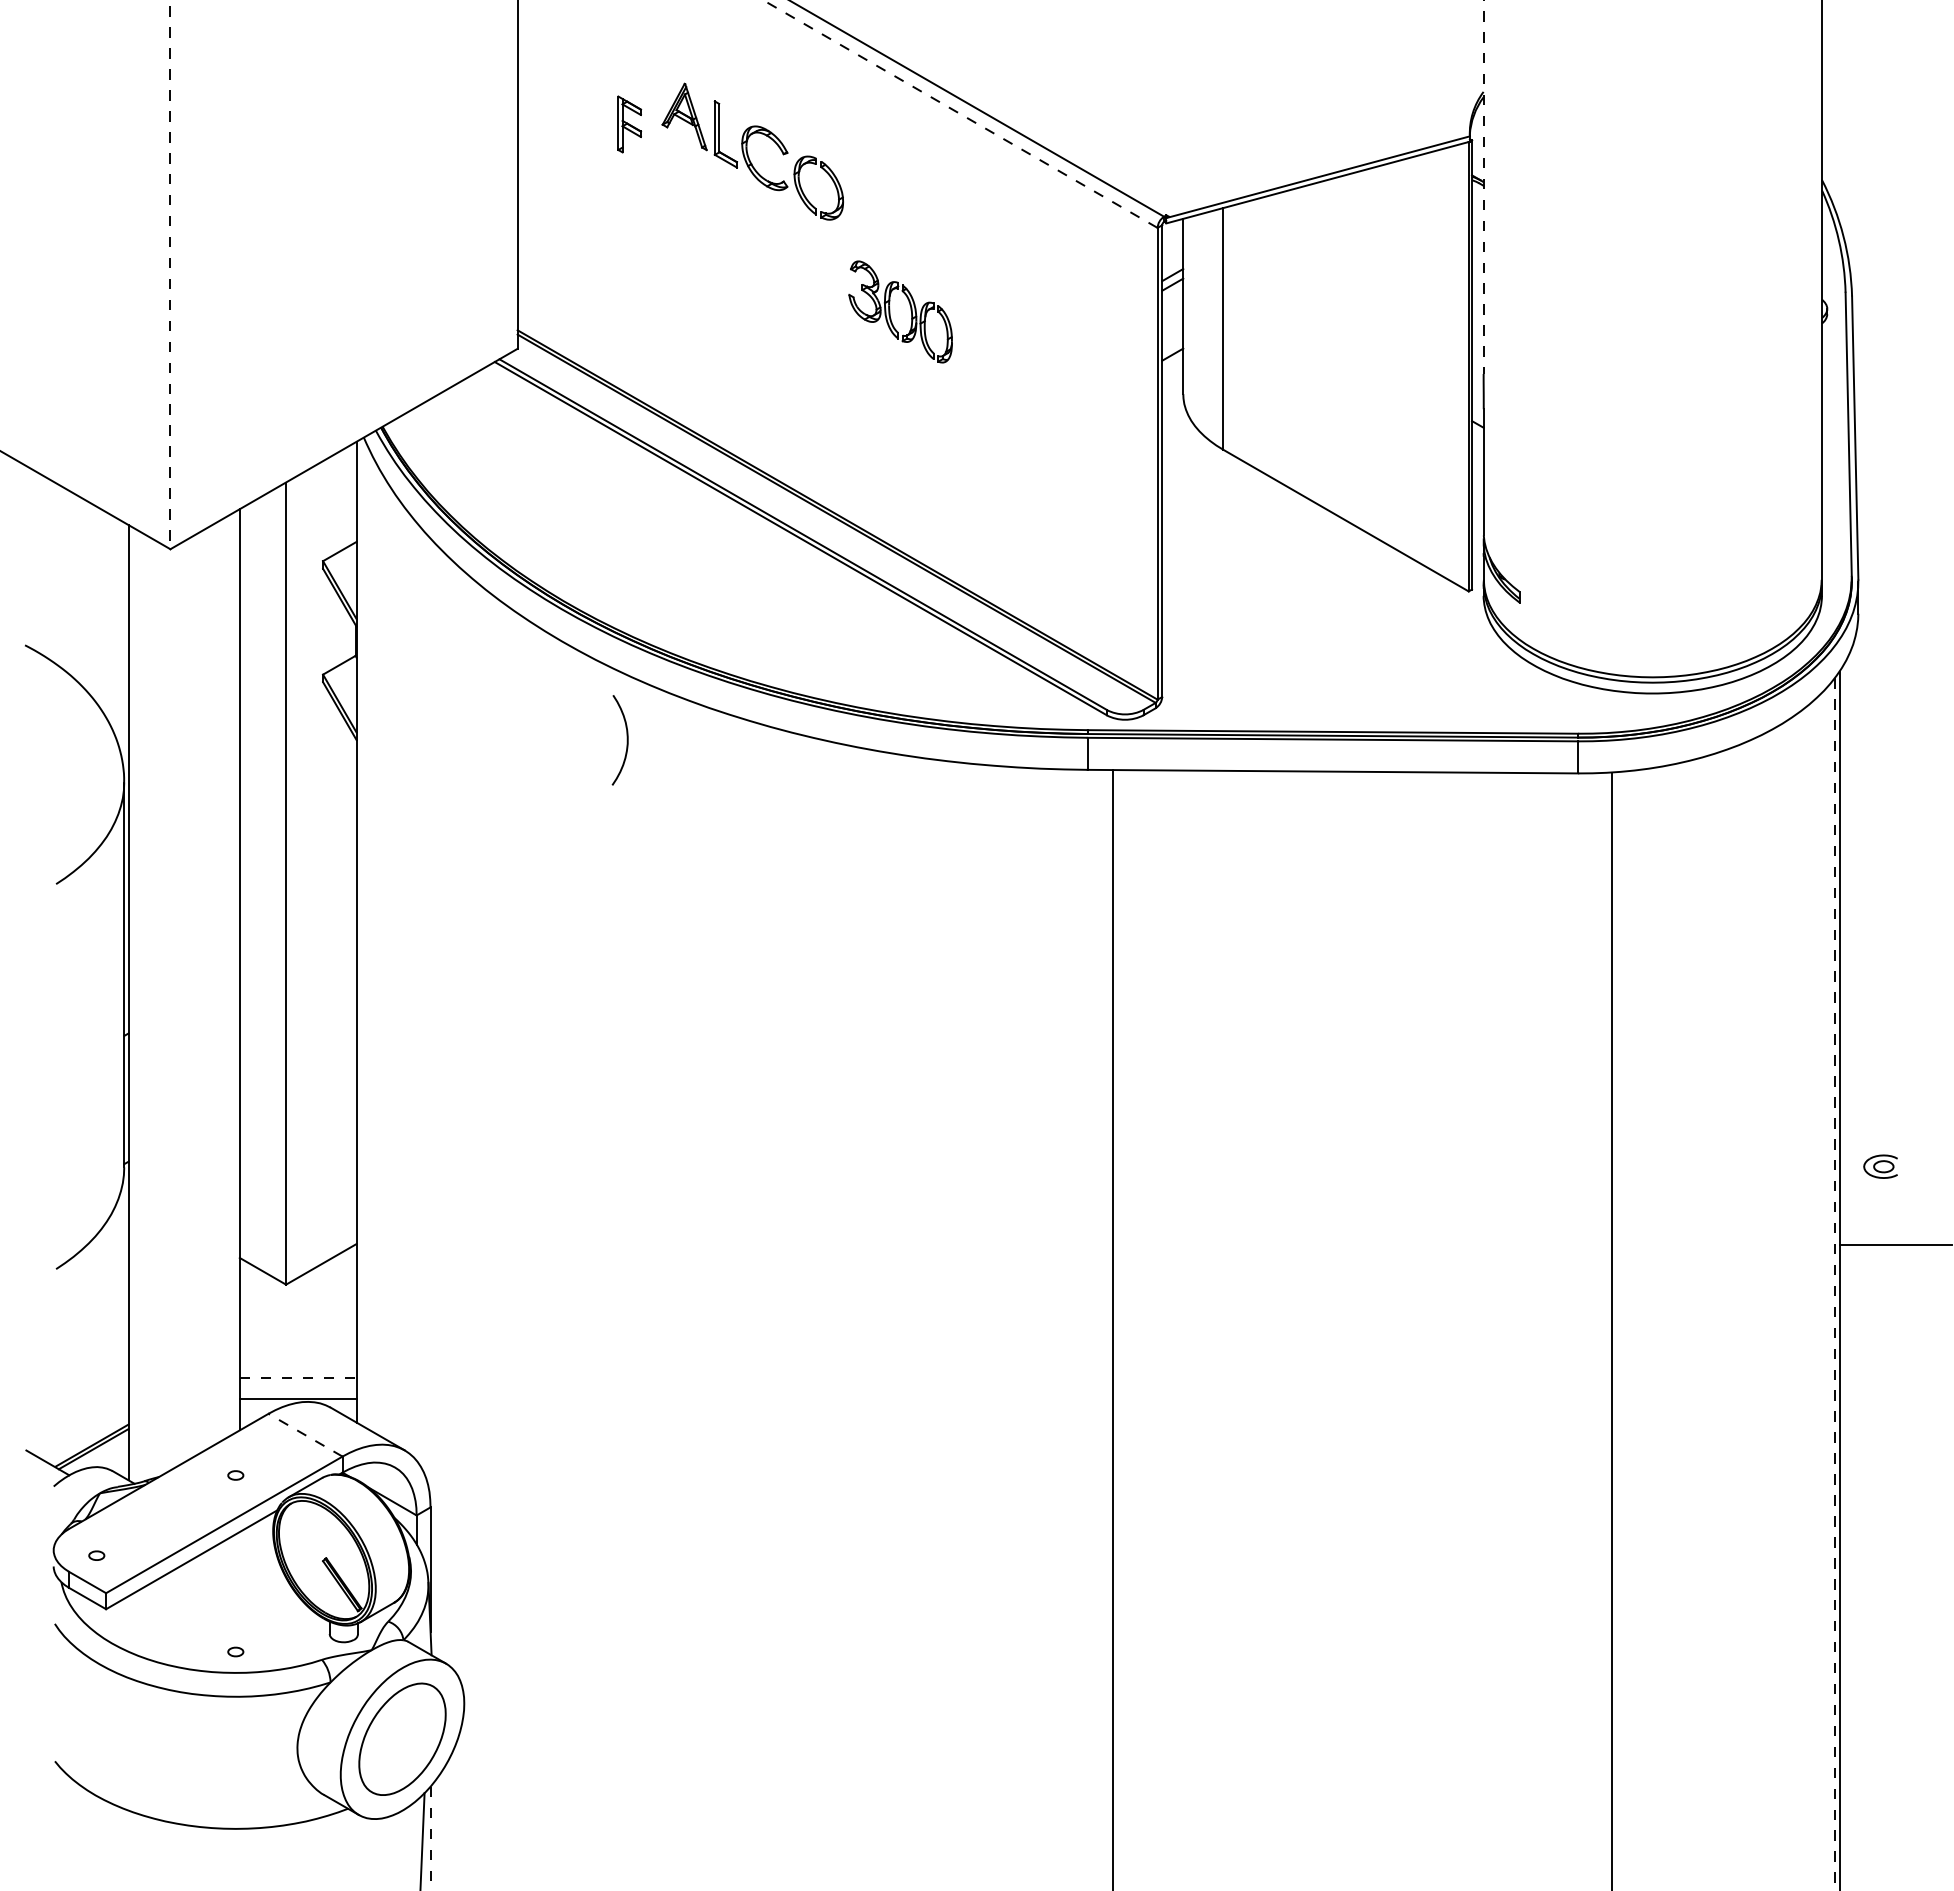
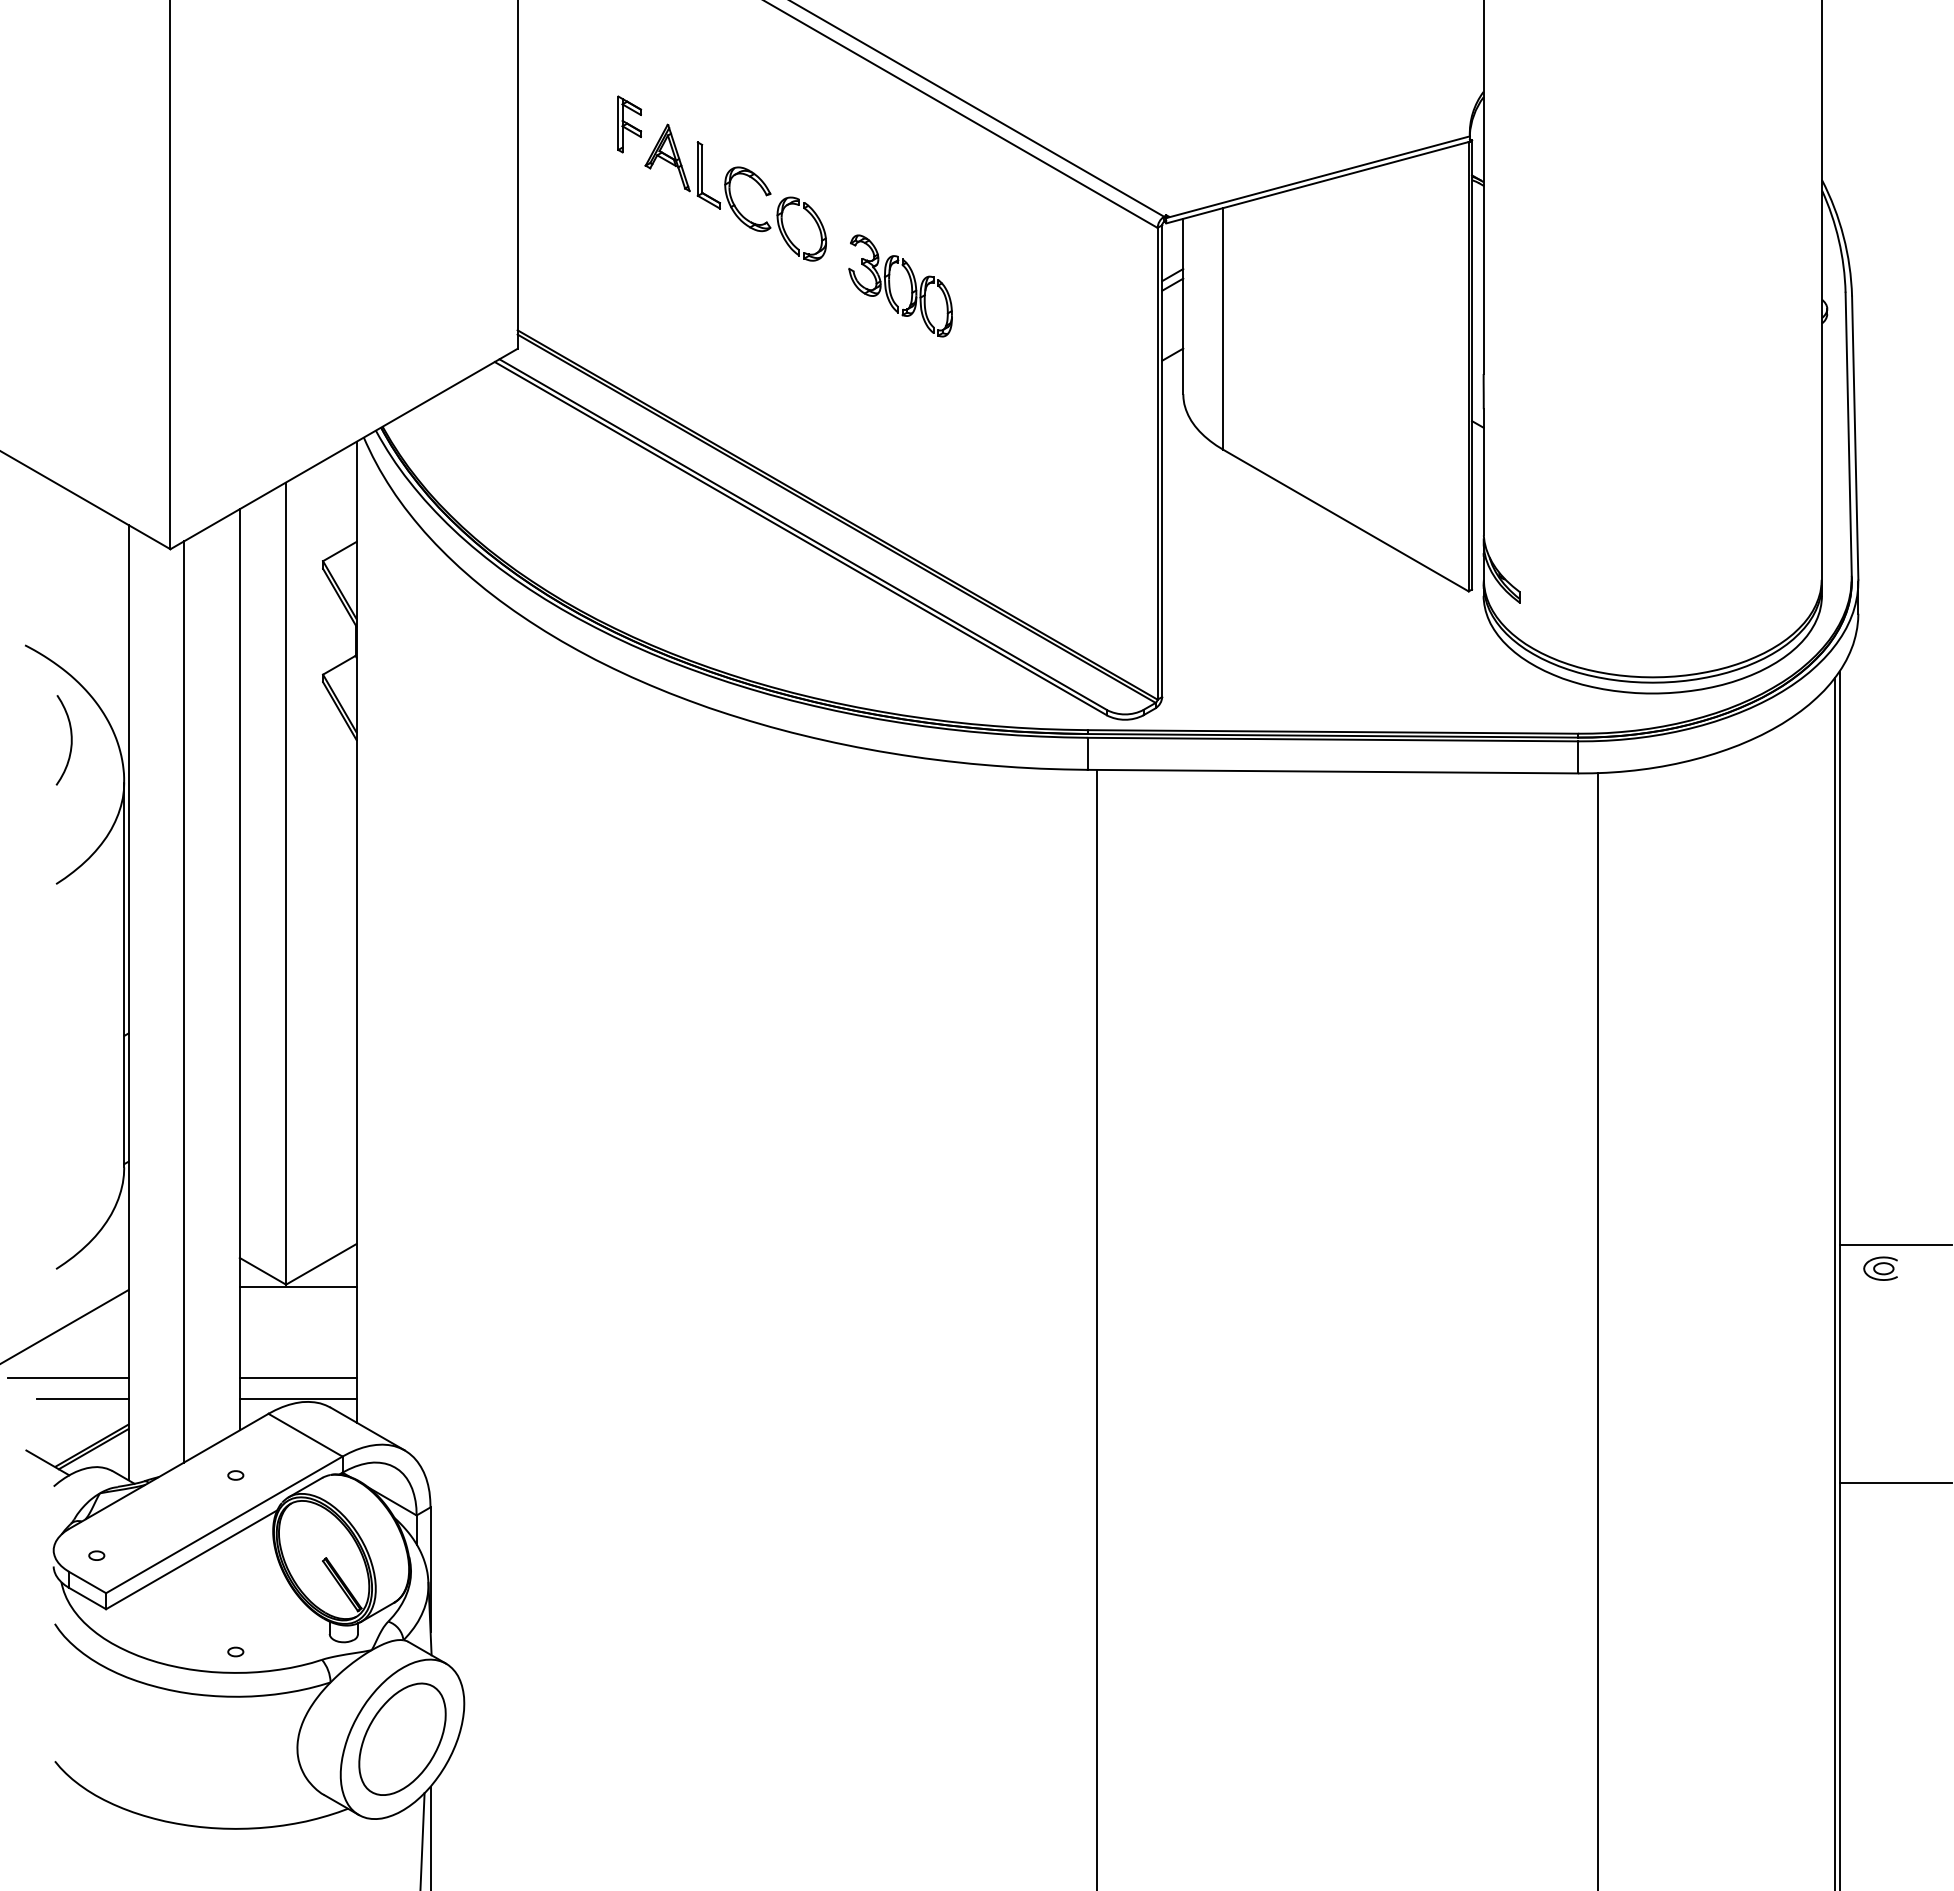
line at (960, 113): dashed -> solid
part at (752, 151) position: (752, 151) -> (735, 192)
line at (1483, 187): dashed -> solid
line at (170, 275): dashed -> solid
part at (890, 311) position: (890, 311) -> (890, 285)
curve at (626, 740) position: (626, 740) -> (70, 740)
line at (184, 1001): none -> present
part at (1880, 1166) position: (1880, 1166) -> (1880, 1268)
line at (1834, 1284): dashed -> solid
line at (297, 1287): none -> present
line at (65, 1326): none -> present
line at (1113, 1328) position: (1113, 1328) -> (1097, 1328)
line at (1612, 1330) position: (1612, 1330) -> (1598, 1330)
line at (68, 1378): none -> present
line at (298, 1378): dashed -> solid
line at (82, 1399): none -> present
line at (305, 1435): dashed -> solid
line at (1894, 1482): none -> present
line at (430, 1838): dashed -> solid
